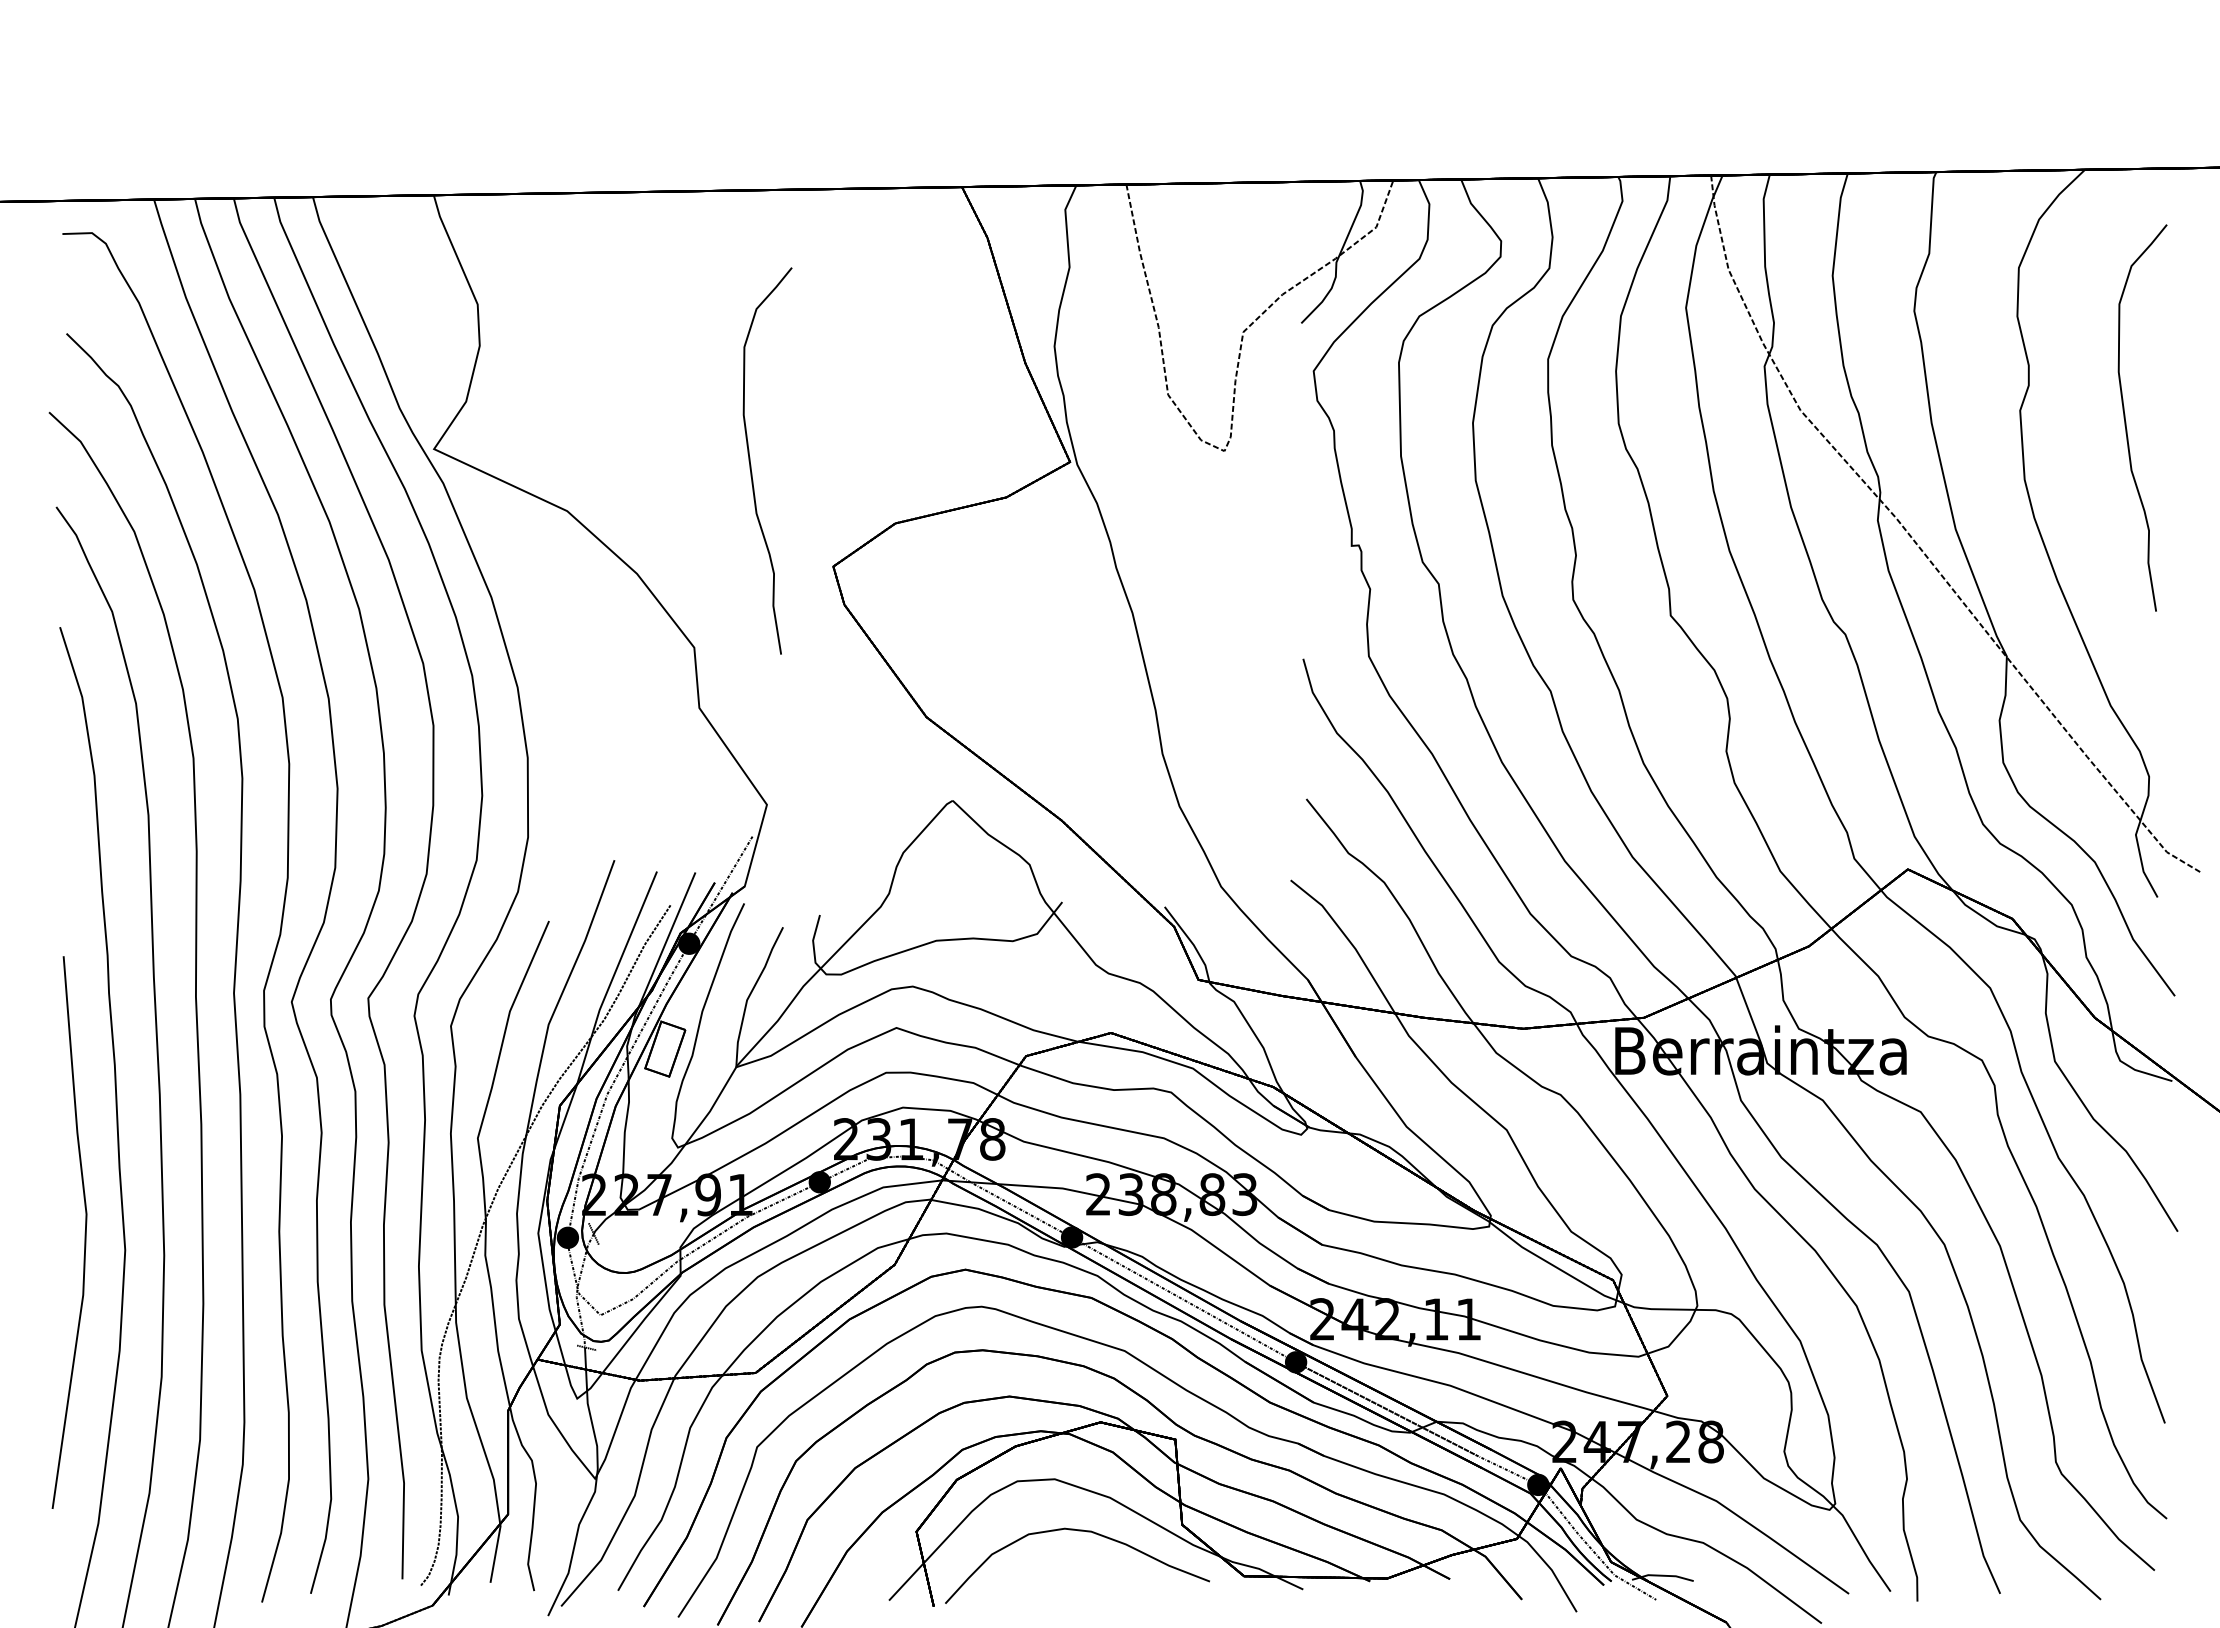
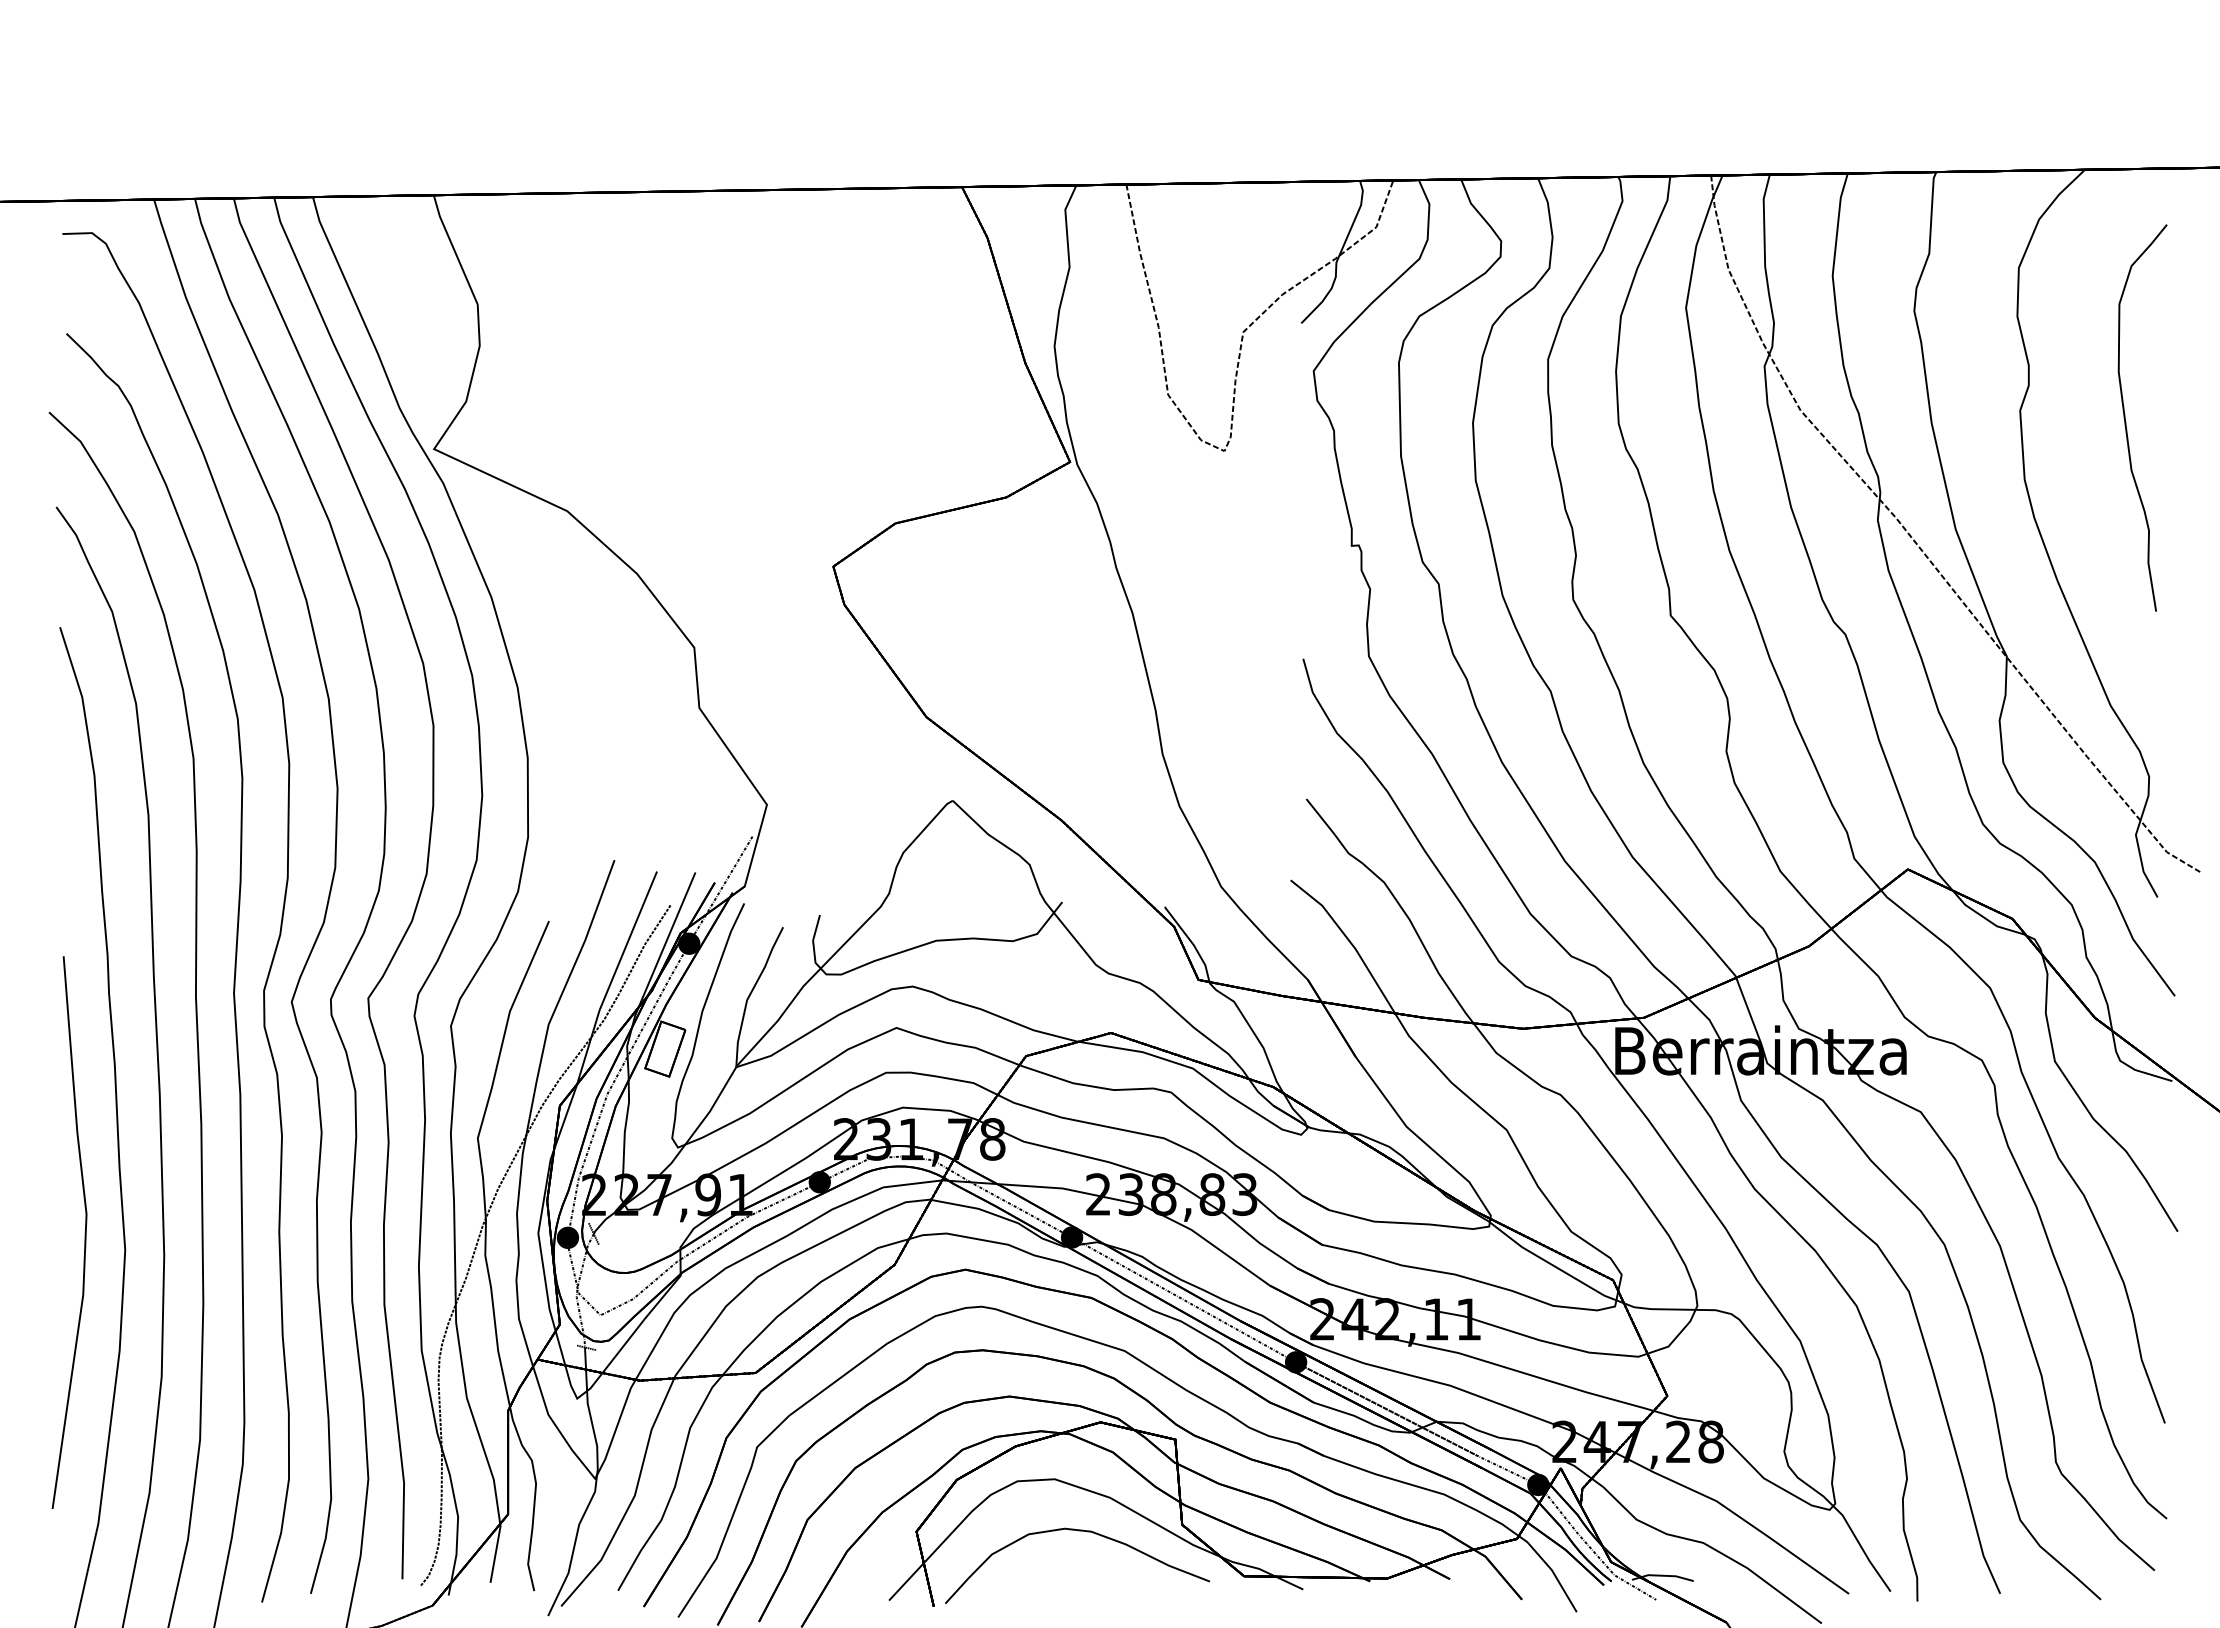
part at (751, 464): present -> none
